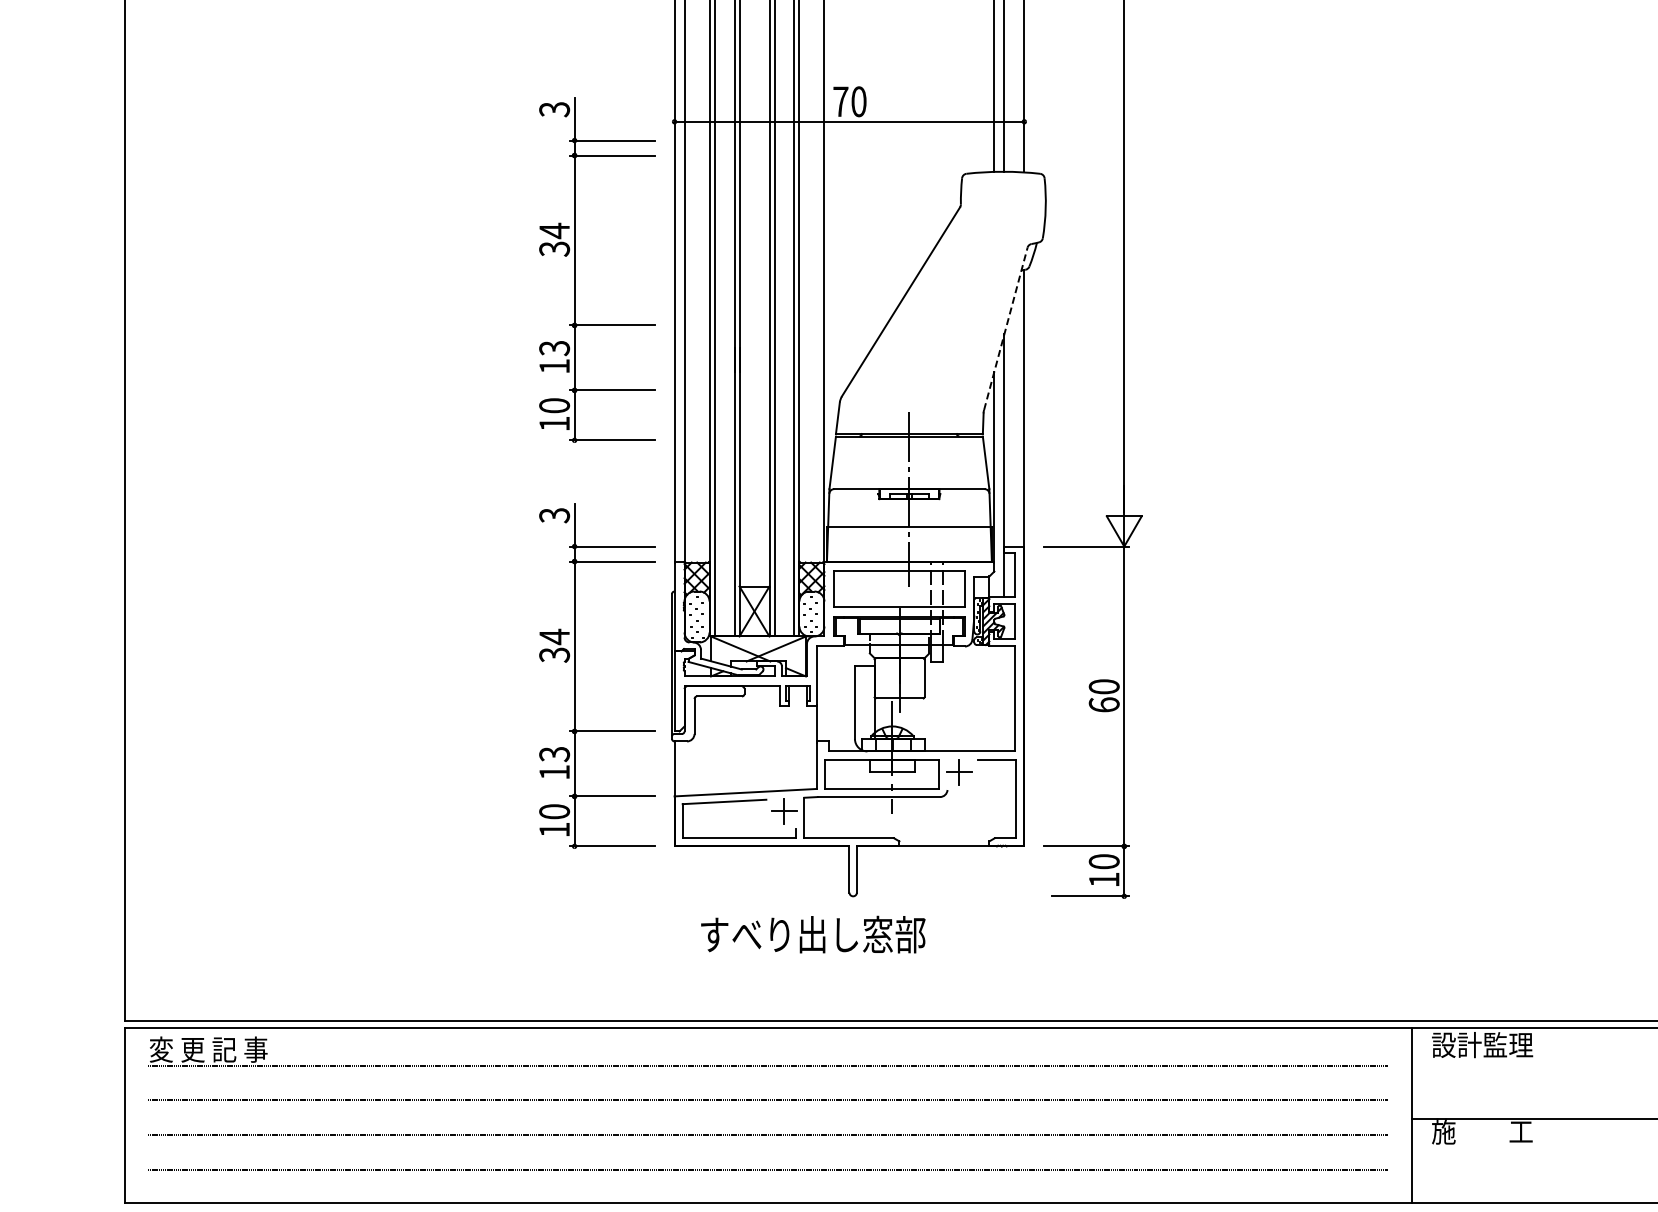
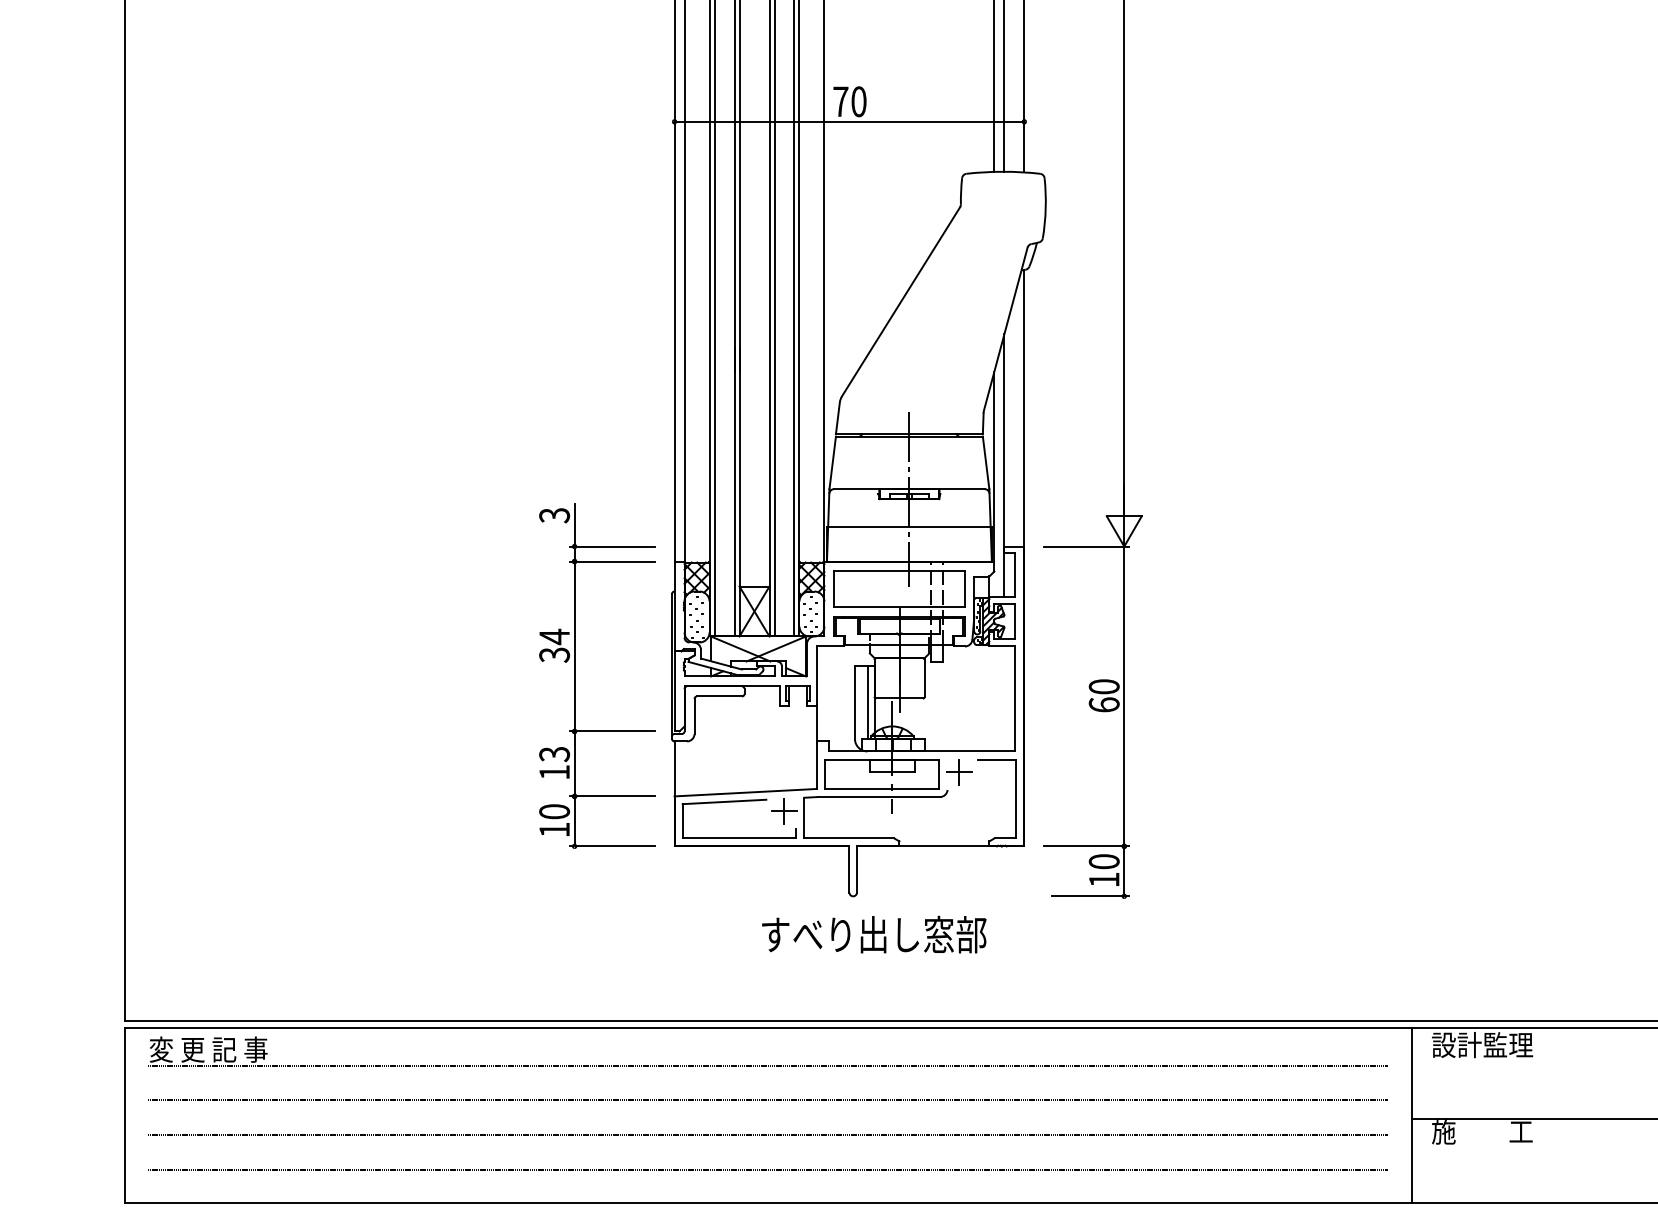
part at (575, 269): present -> none
line at (1005, 328): dashed -> solid
line at (867, 702): none -> present
text at (813, 934) position: (813, 934) -> (874, 934)
